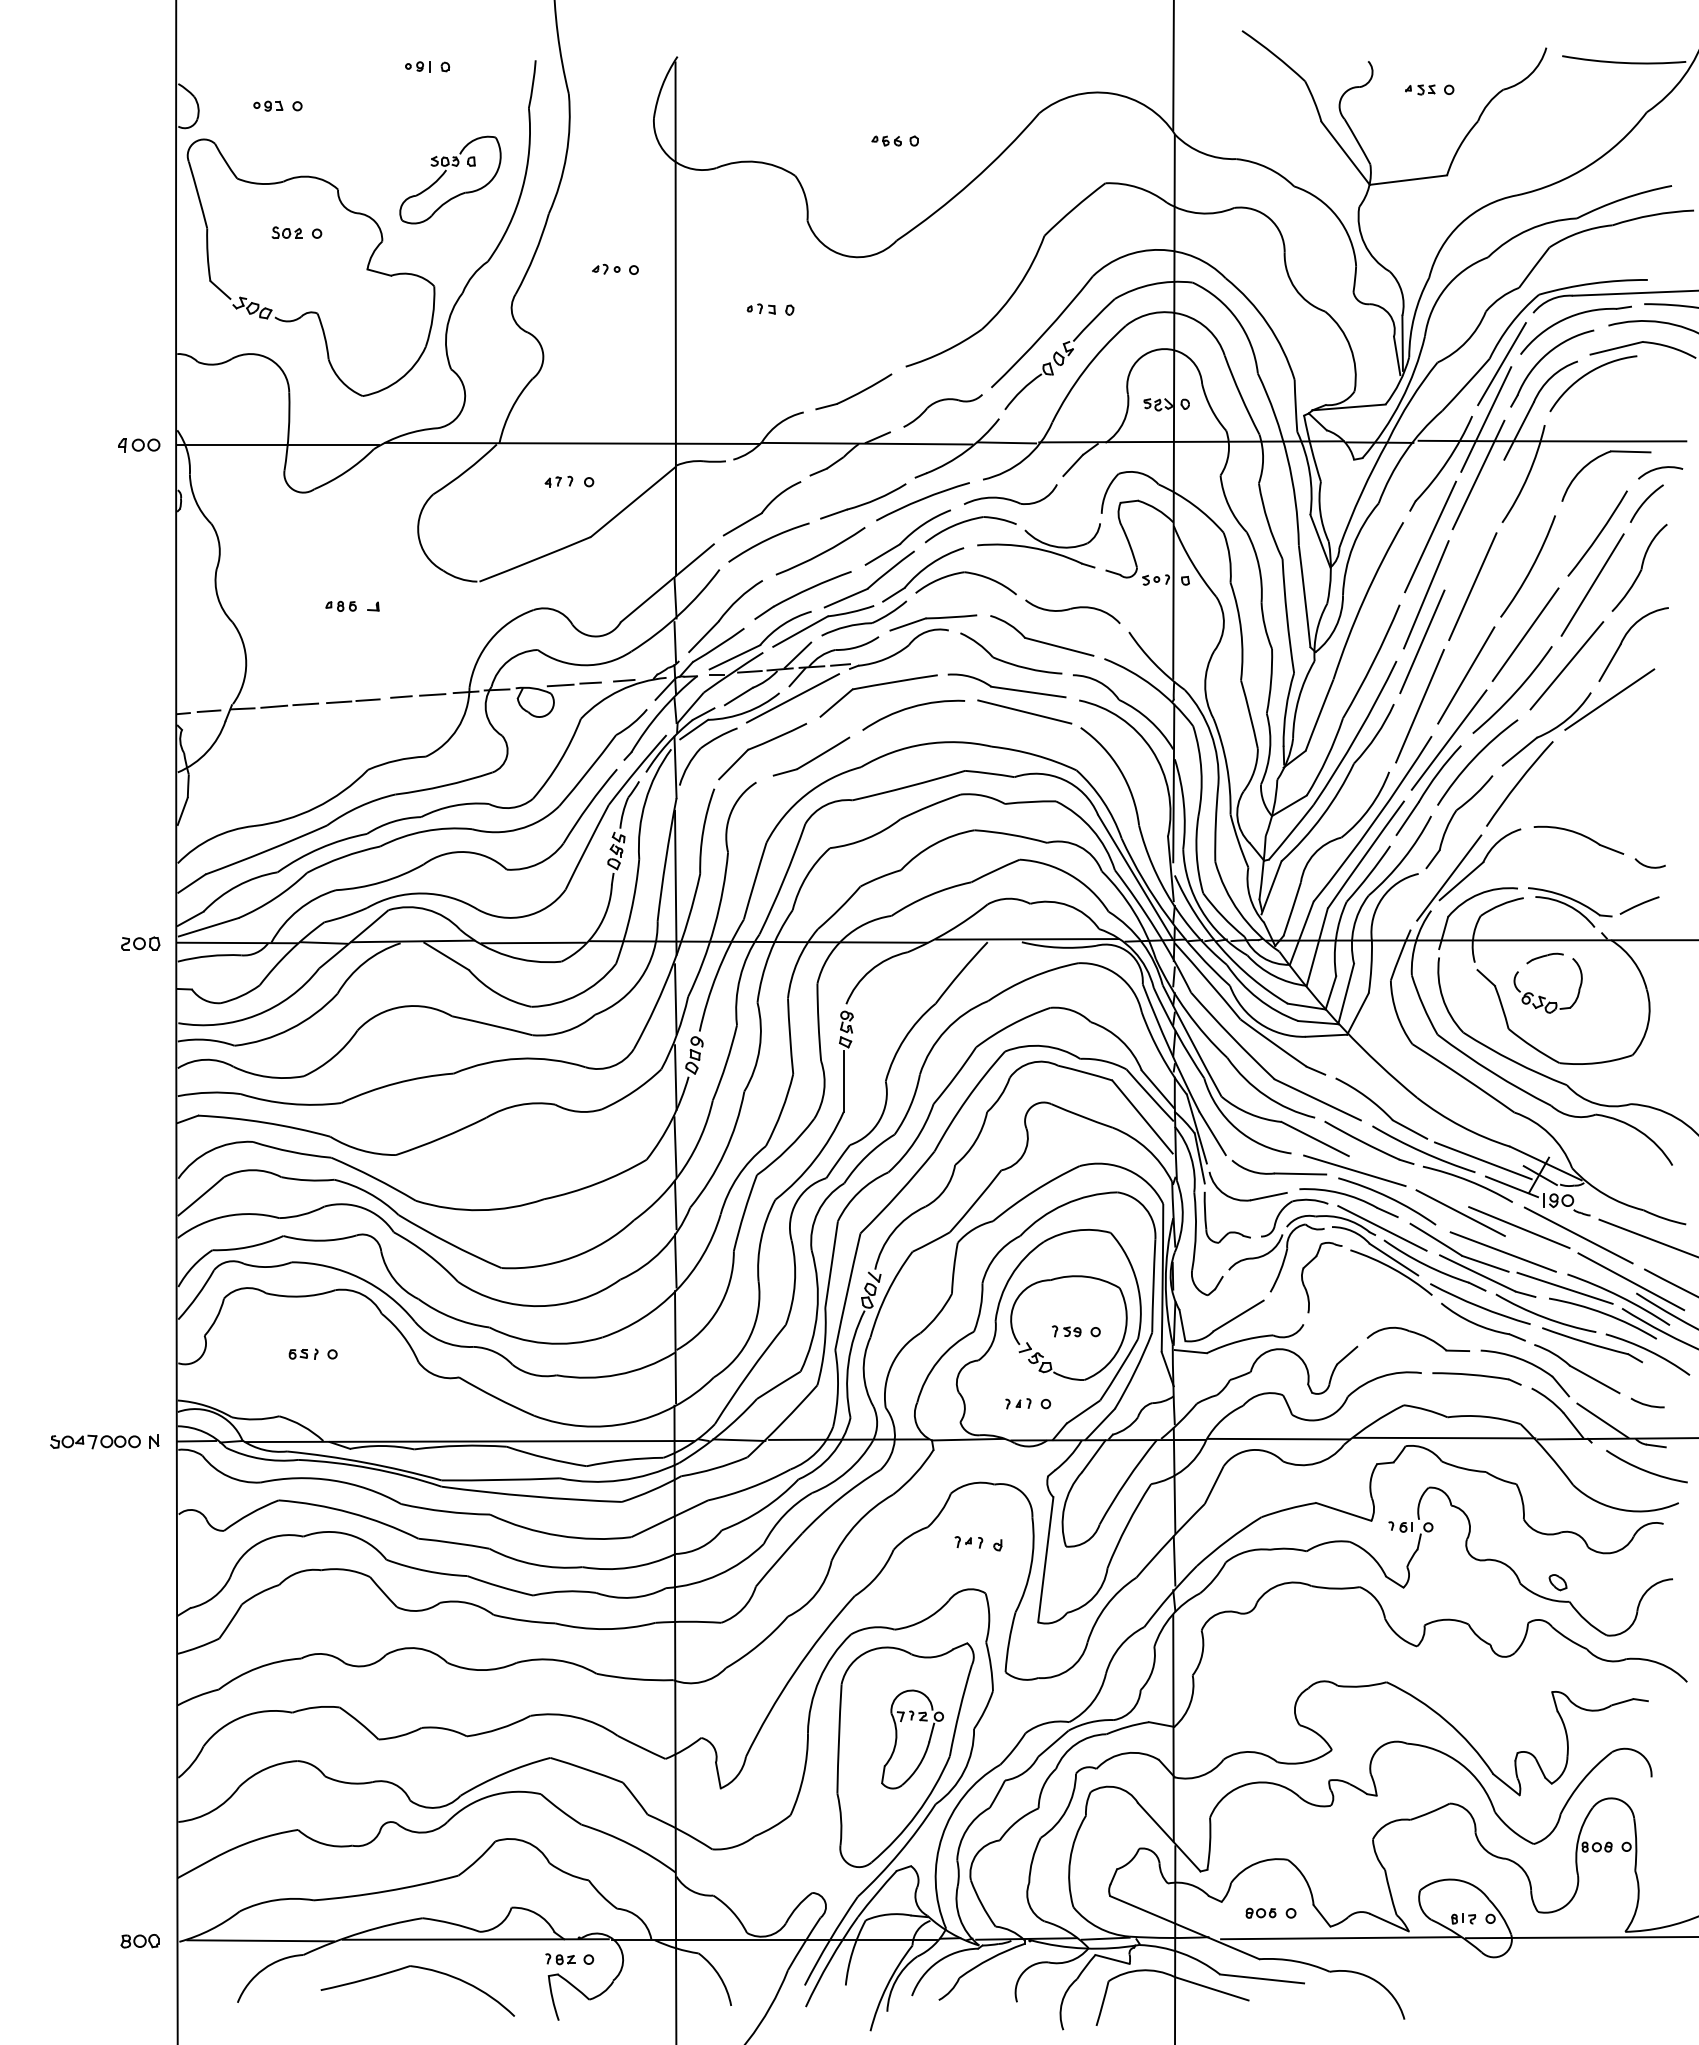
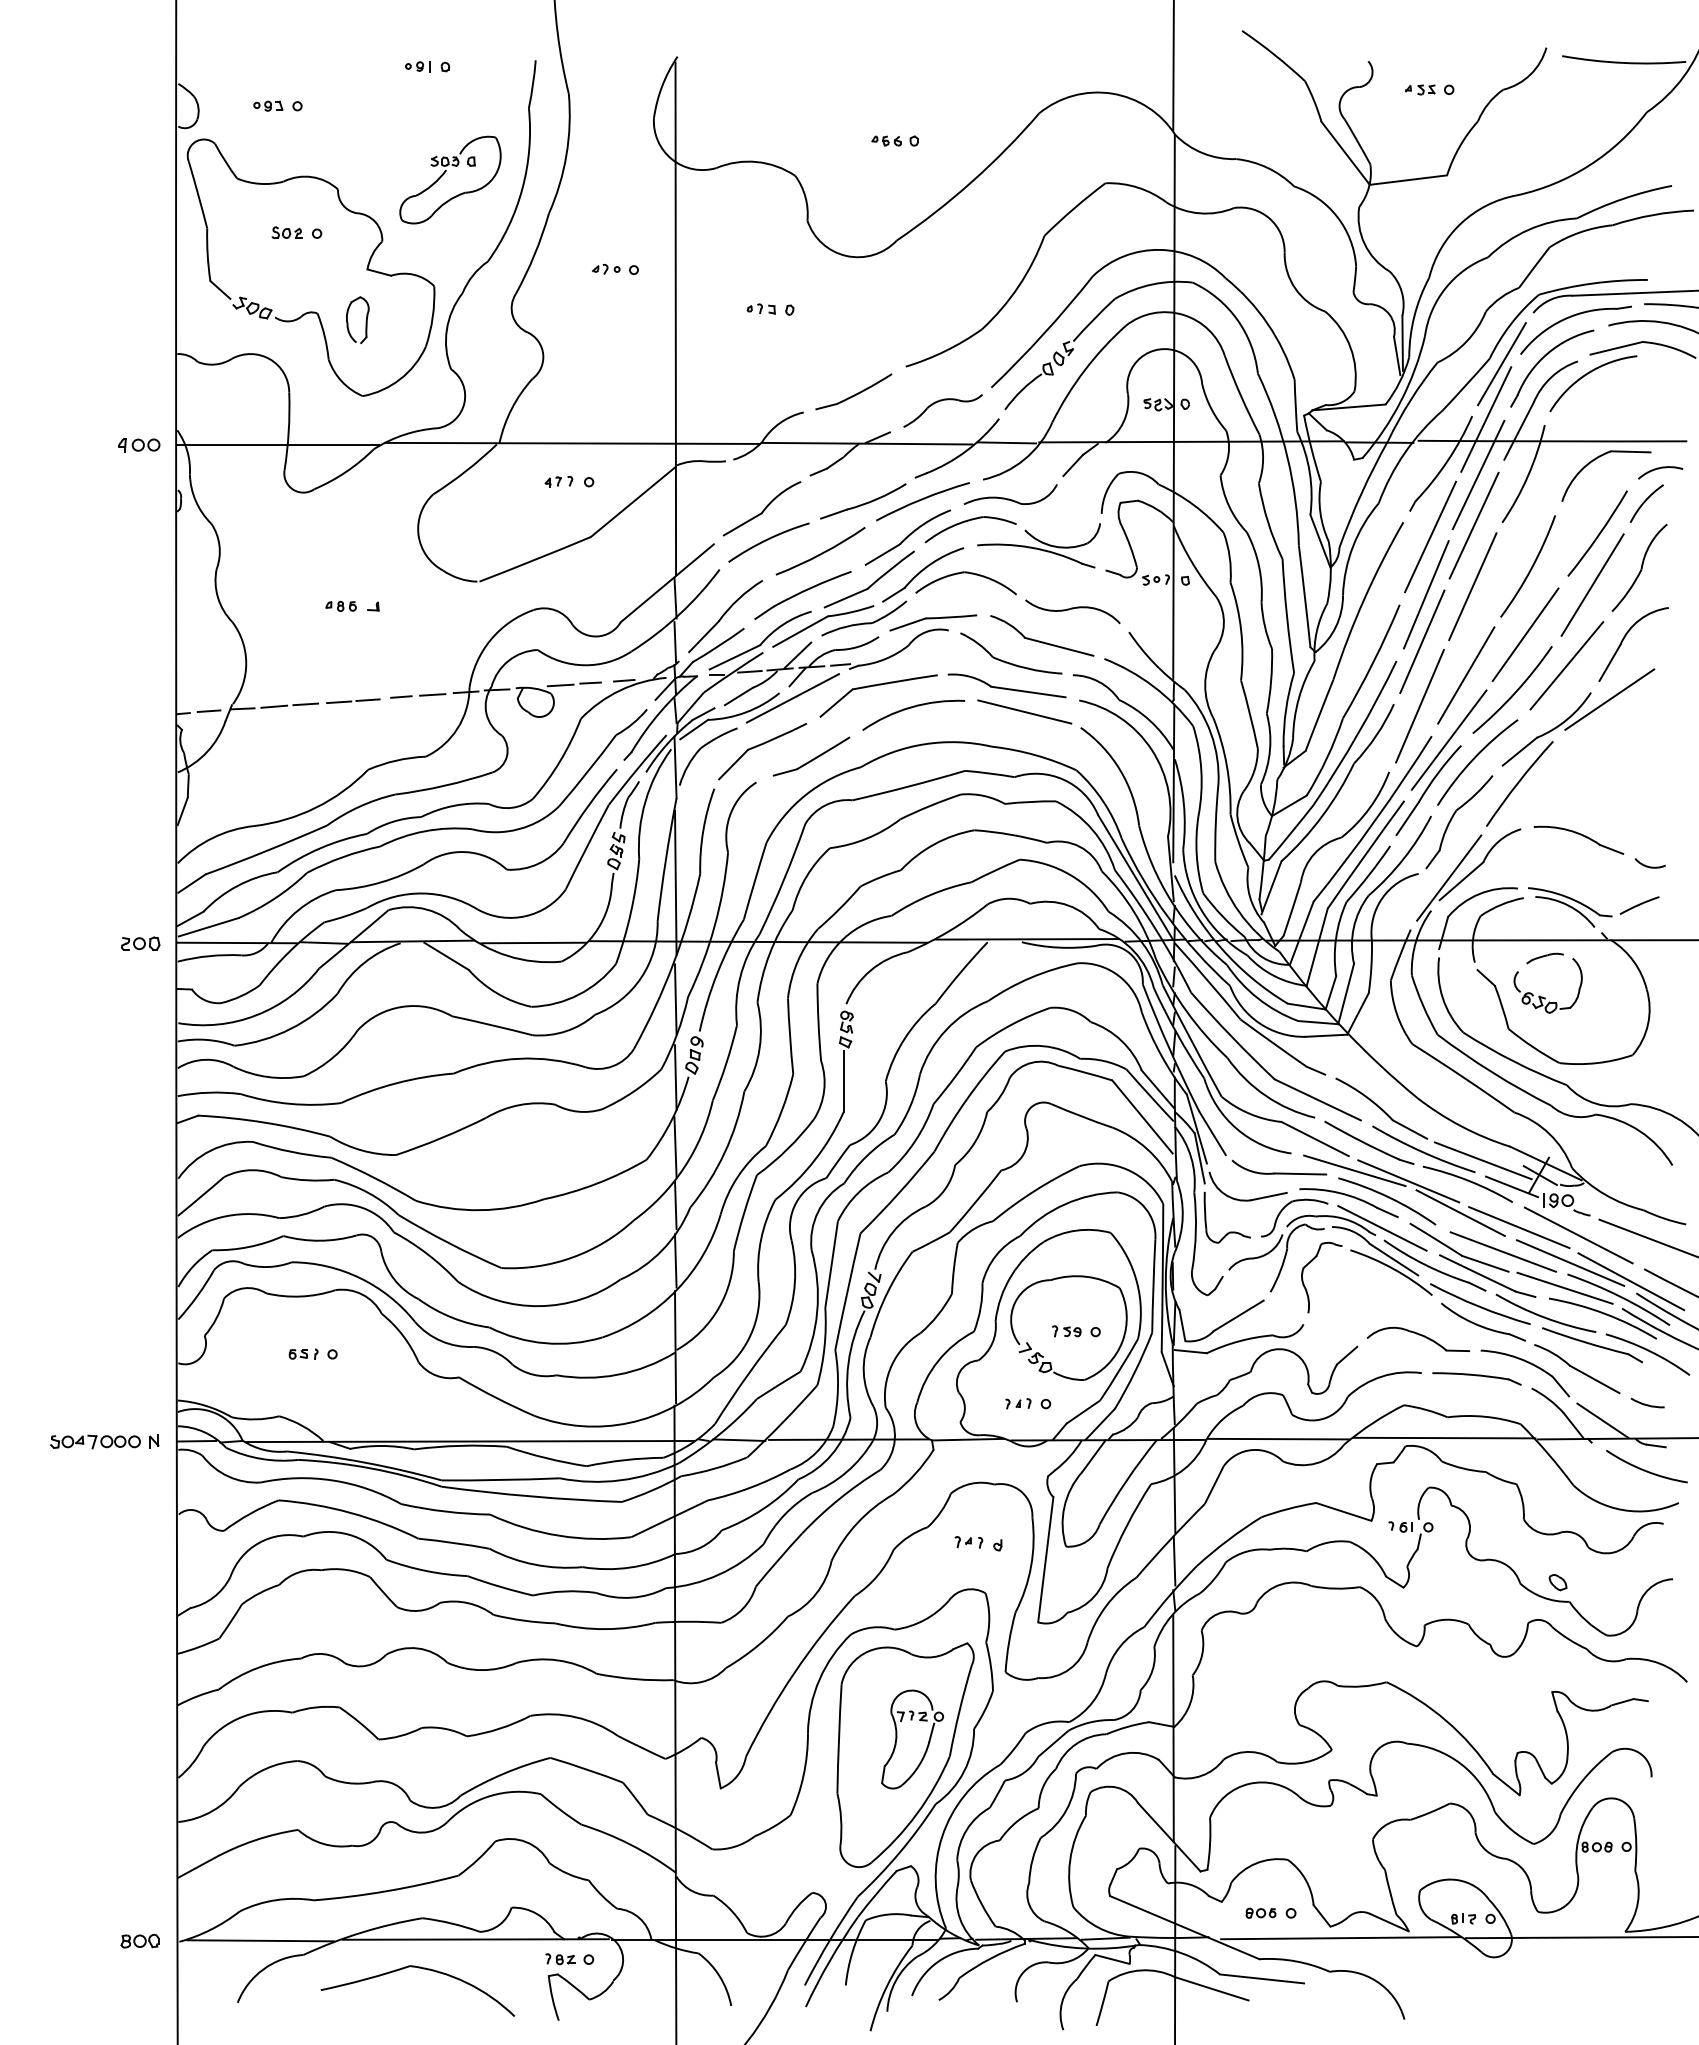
part at (365, 320): none -> present
line at (1473, 525): none -> present
line at (1408, 1181): none -> present
line at (1570, 1262): none -> present
